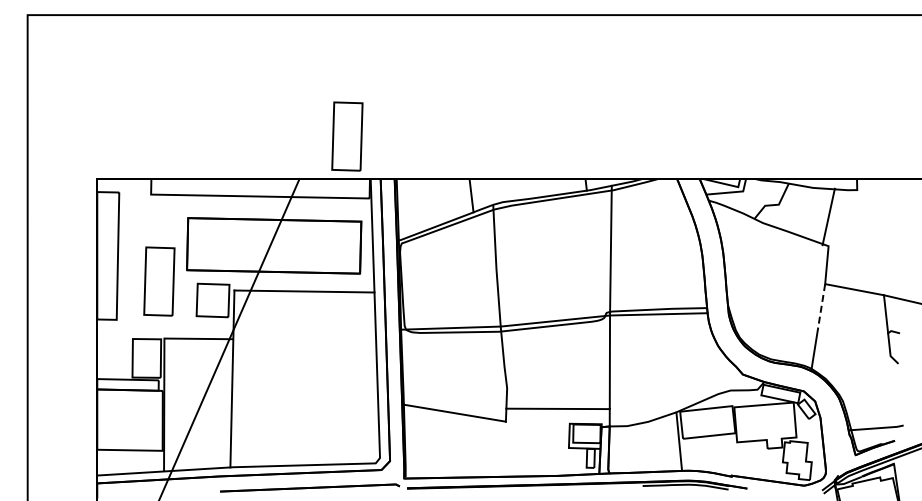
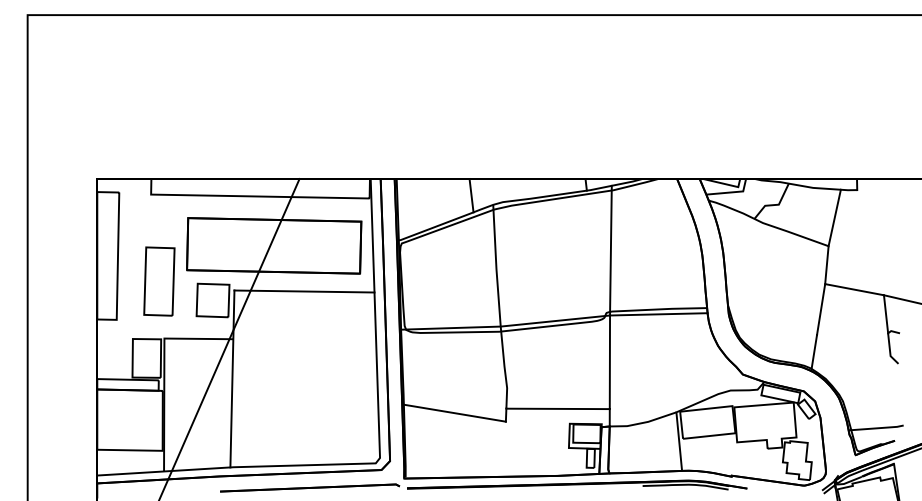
part at (347, 136): present -> none
line at (828, 216) position: (828, 216) -> (834, 217)
line at (821, 309): dashed -> solid
